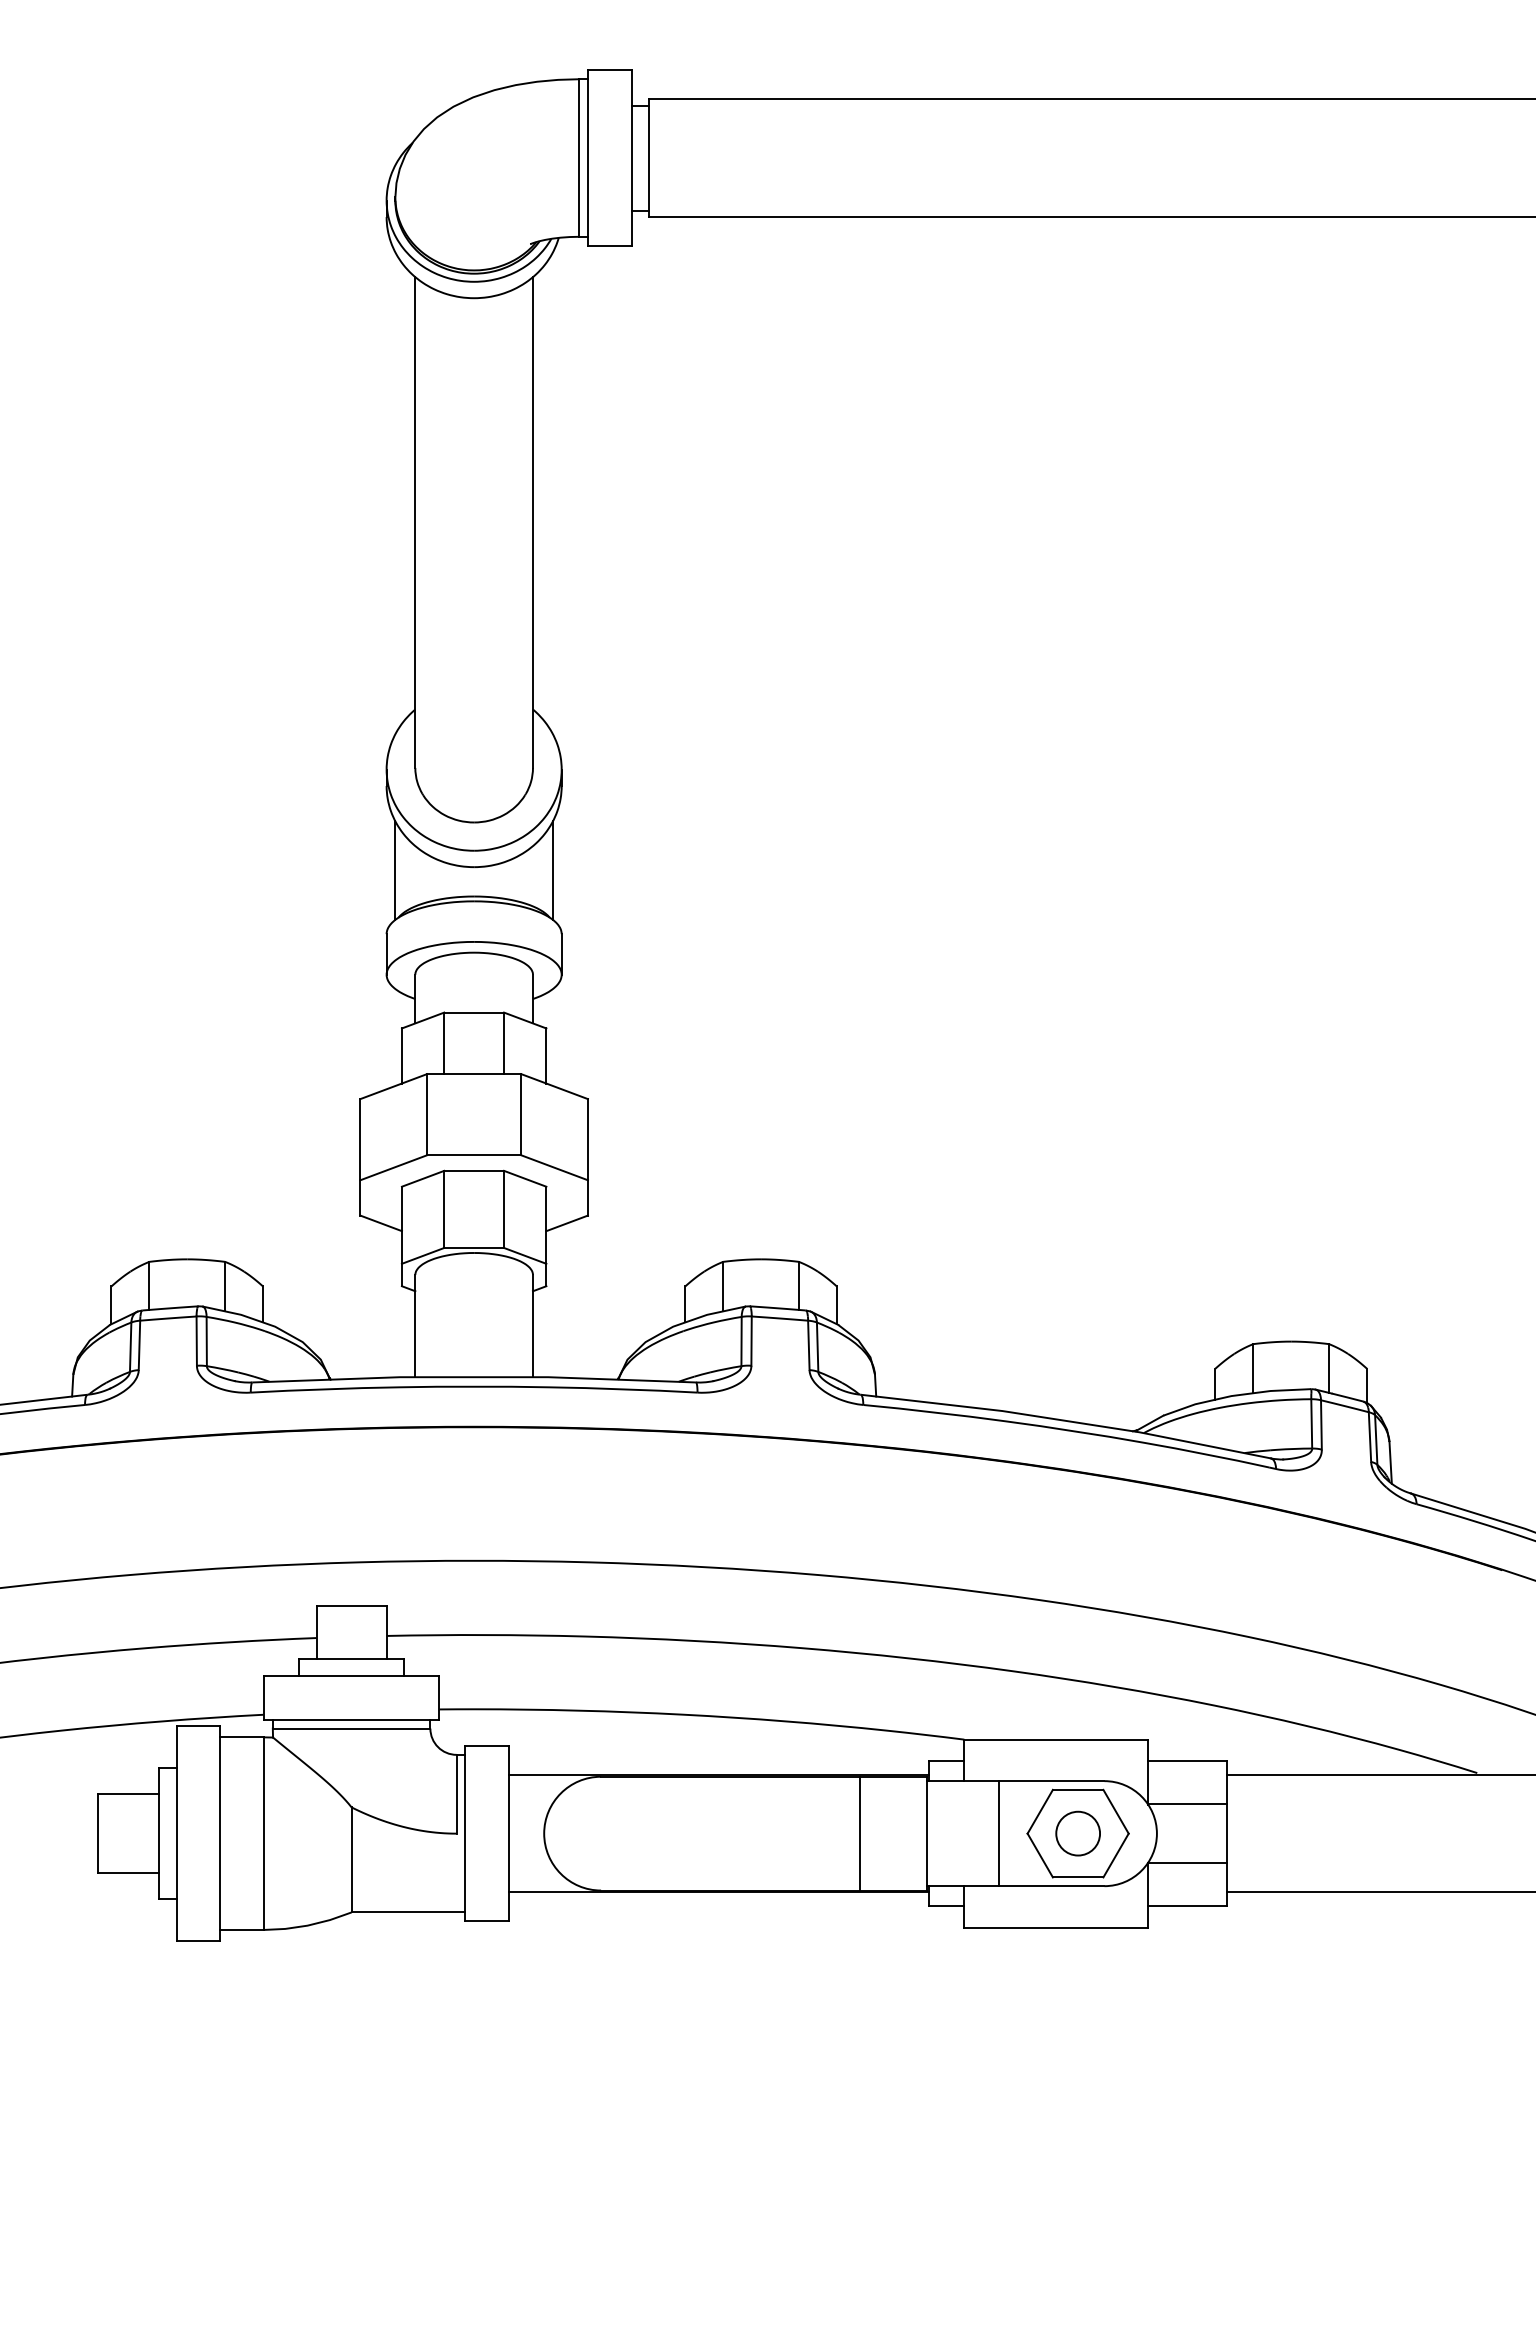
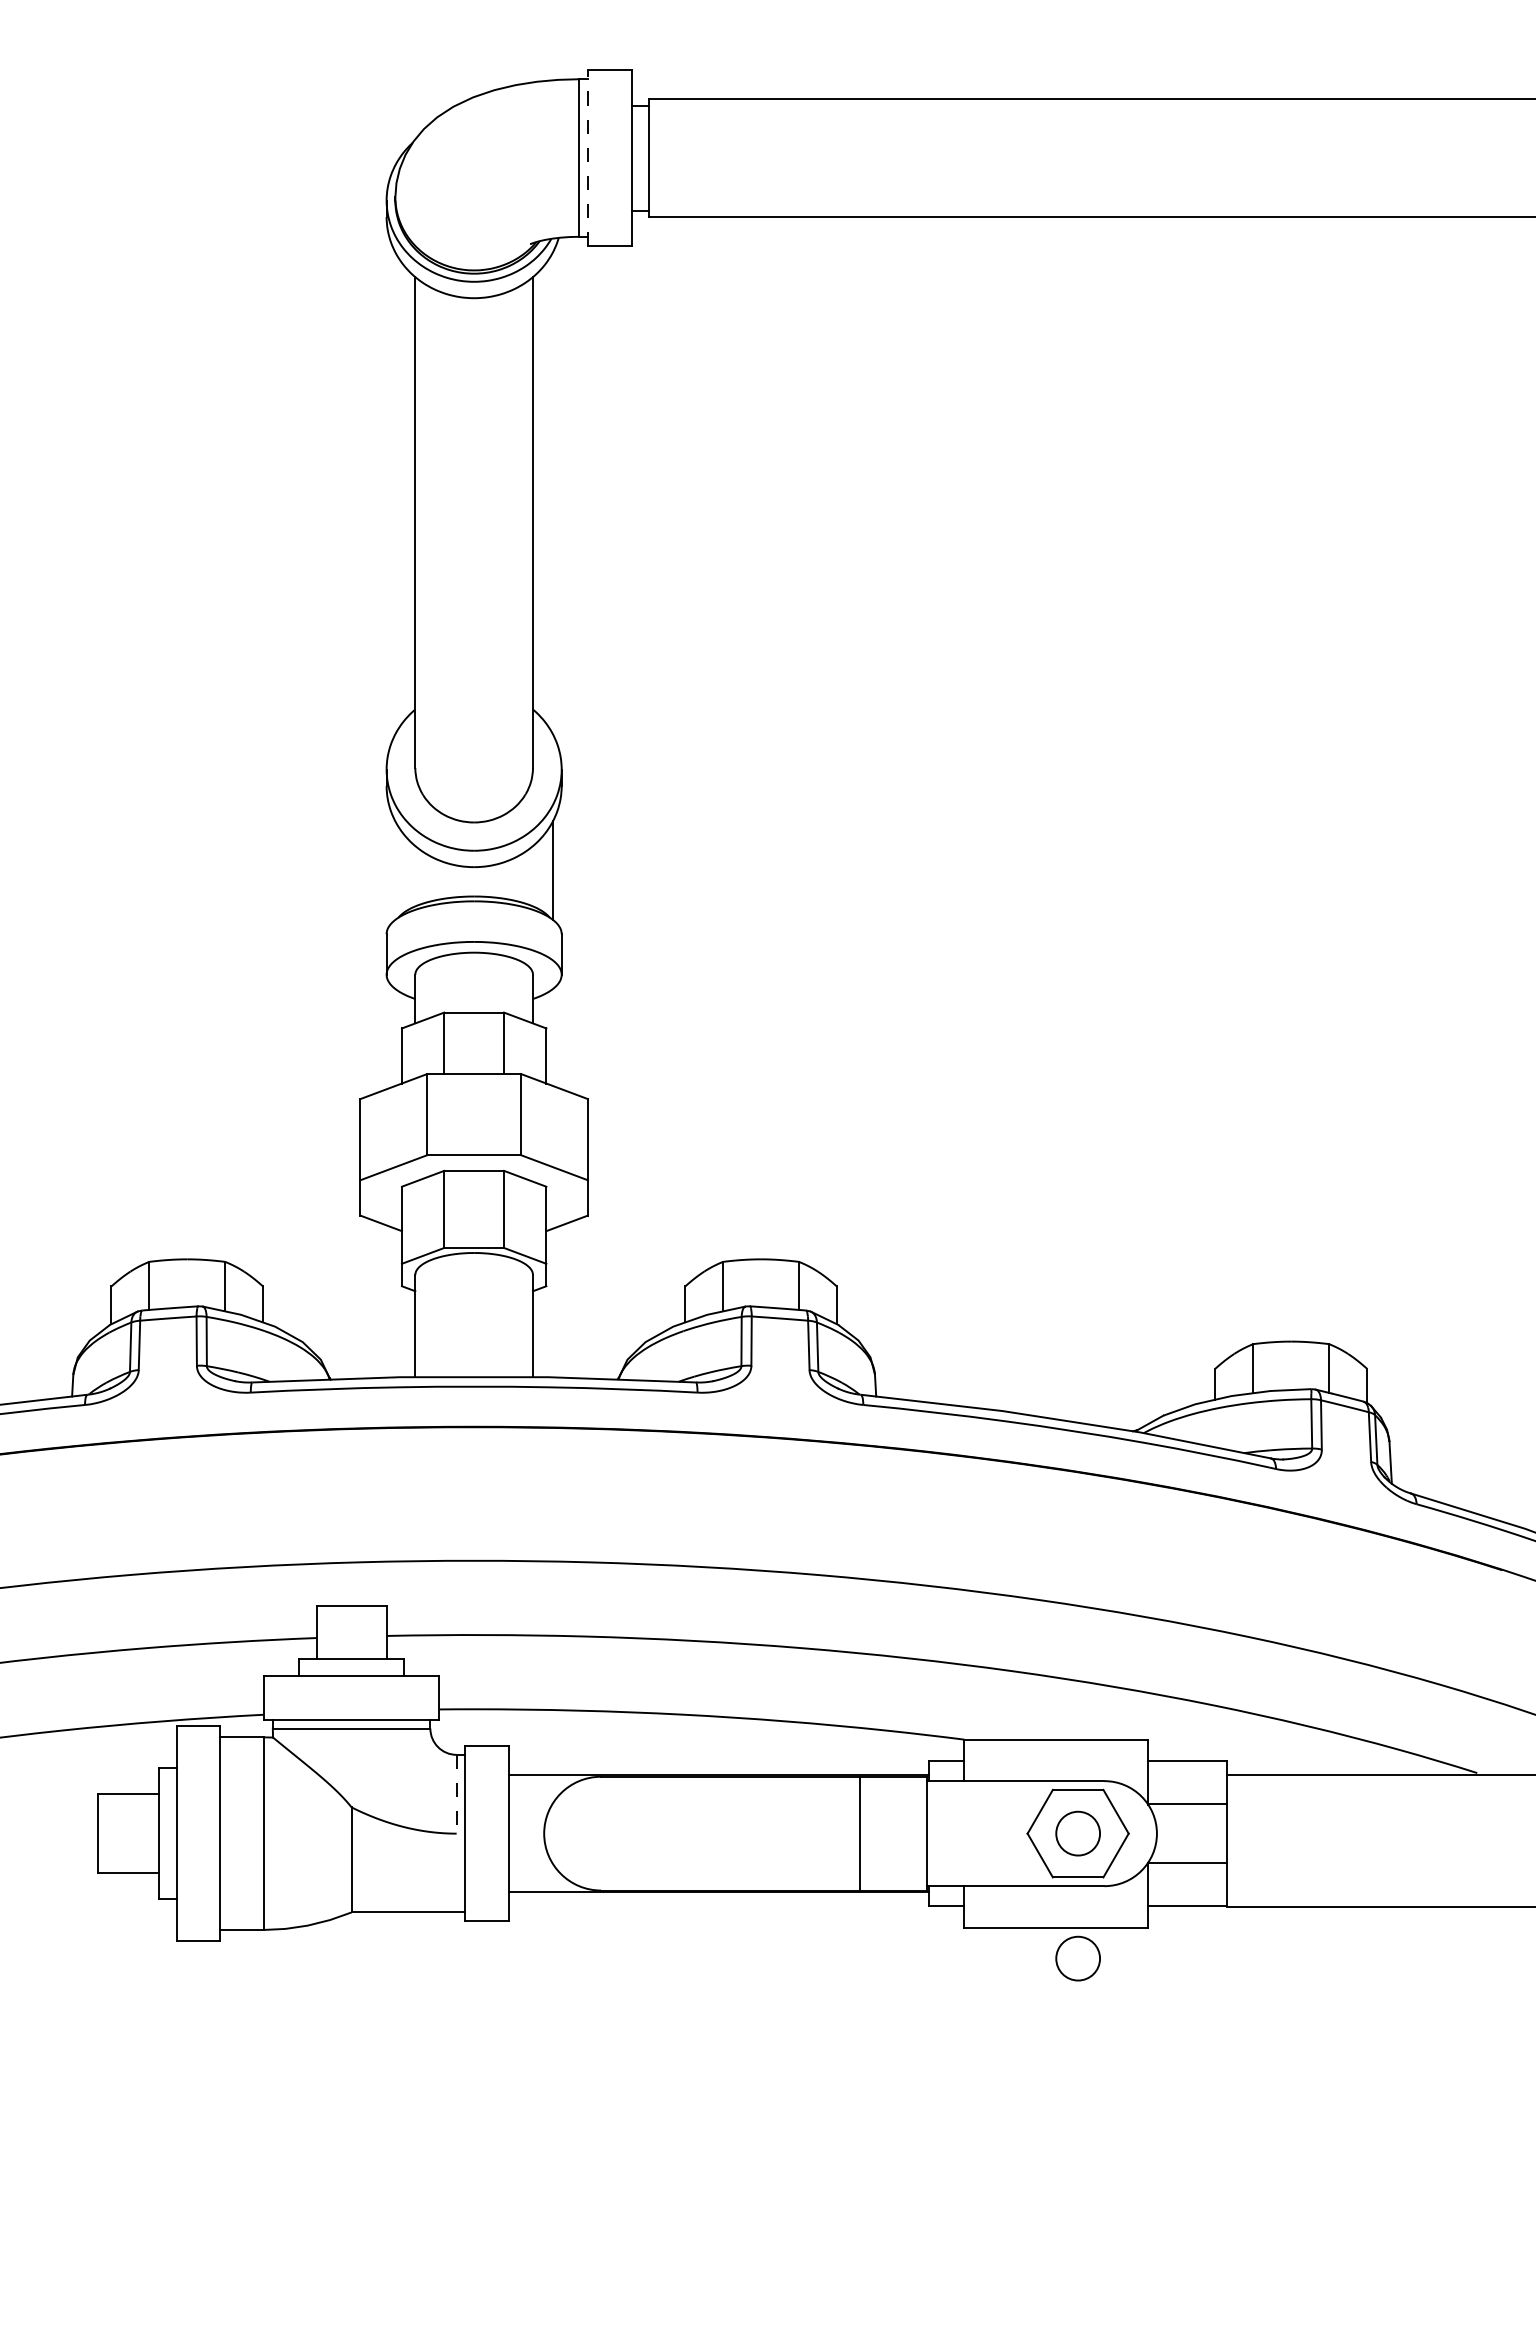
line at (587, 158): solid -> dashed
line at (395, 870): present -> none
line at (456, 1794): solid -> dashed
line at (999, 1833): present -> none
line at (1379, 1892) position: (1379, 1892) -> (1379, 1907)
circle at (1077, 1958): none -> present
